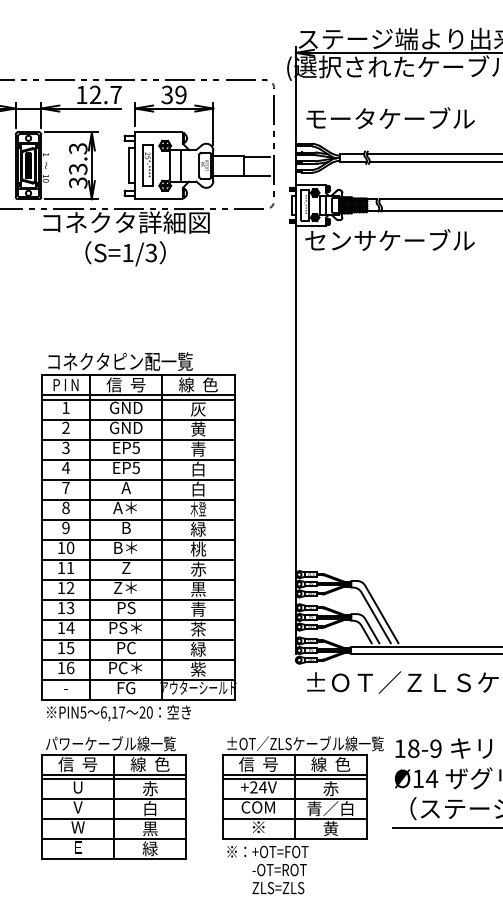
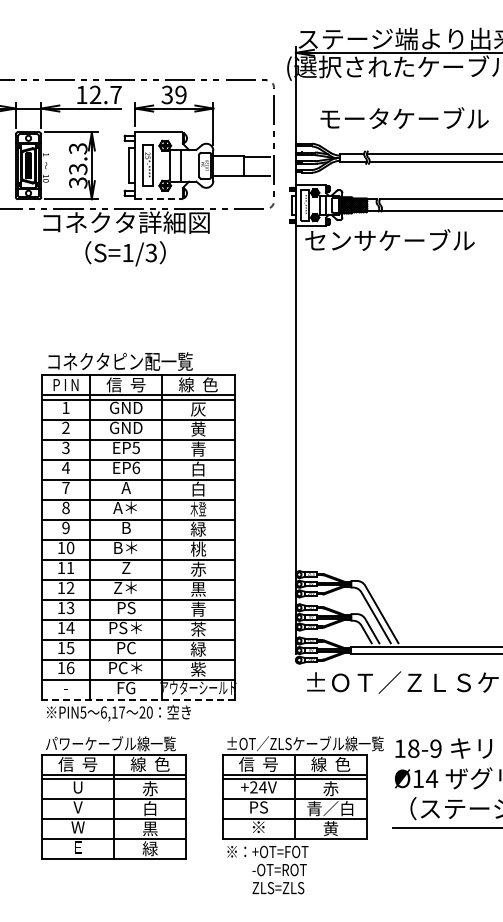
text at (390, 118) position: (390, 118) -> (404, 118)
line at (159, 199): solid -> dashed
text at (136, 467): EP5 -> EP6
line at (137, 699): solid -> dashed
text at (257, 807): COM -> PS
